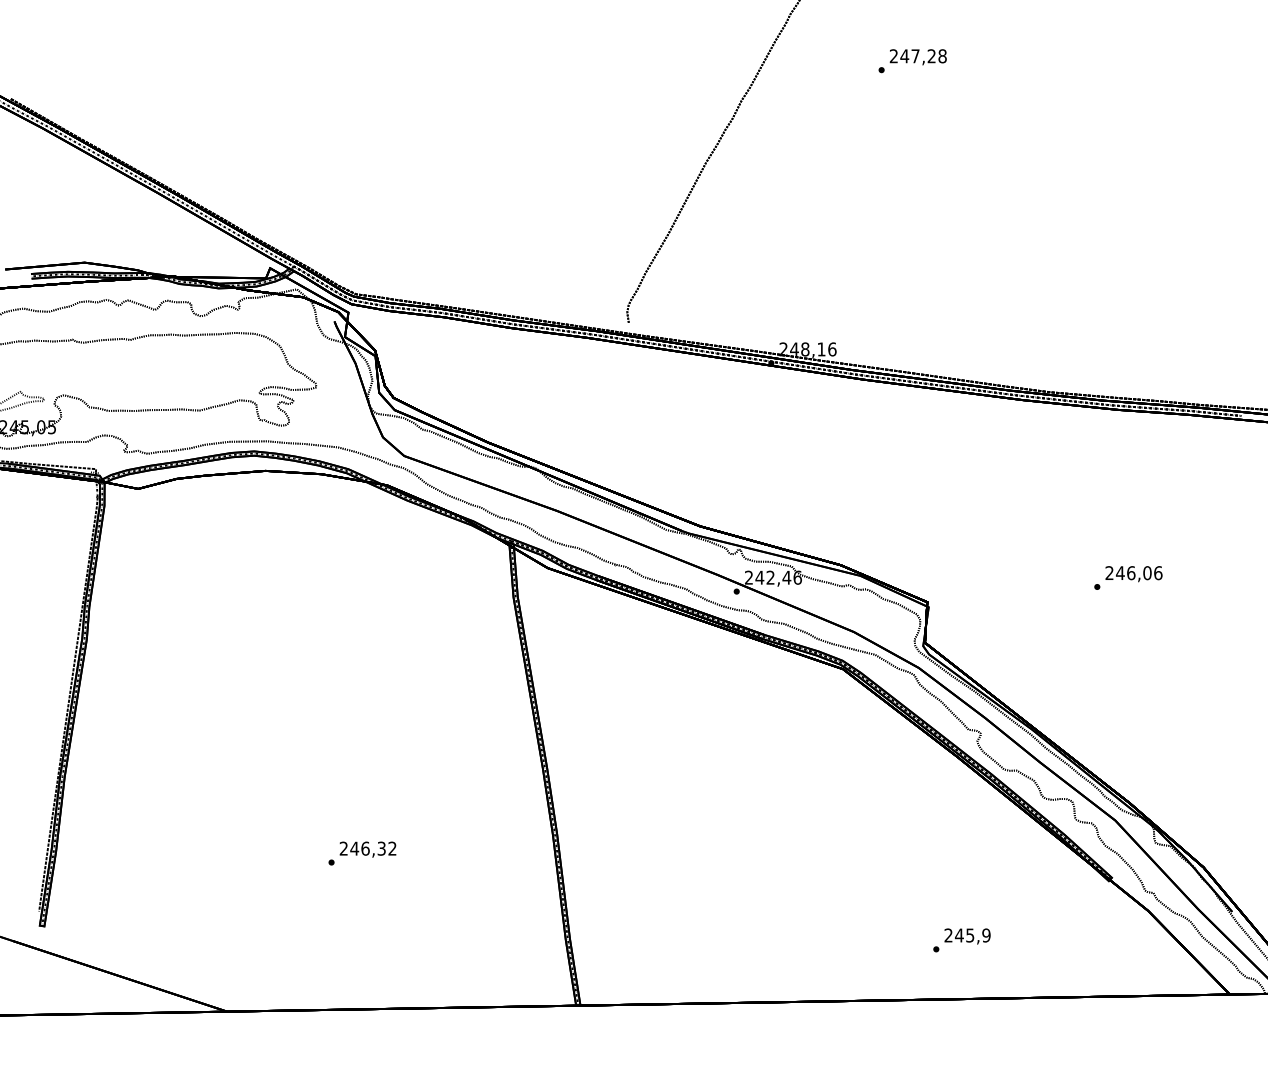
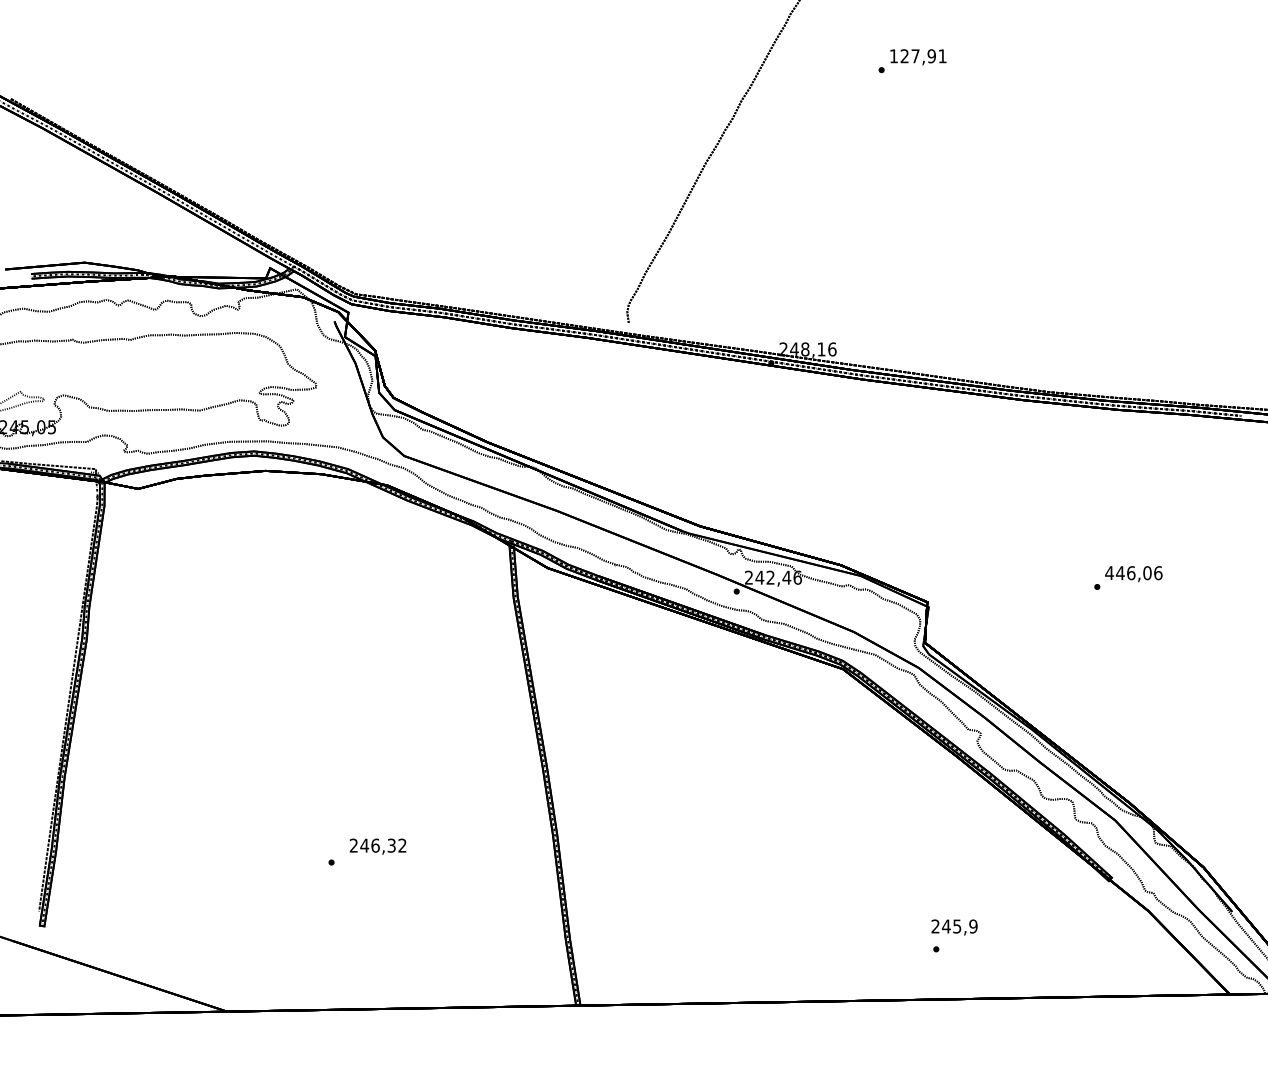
text at (917, 56): 247,28 -> 127,91
text at (1109, 572): 246,06 -> 446,06
text at (367, 849) position: (367, 849) -> (377, 846)
text at (967, 936) position: (967, 936) -> (954, 927)
